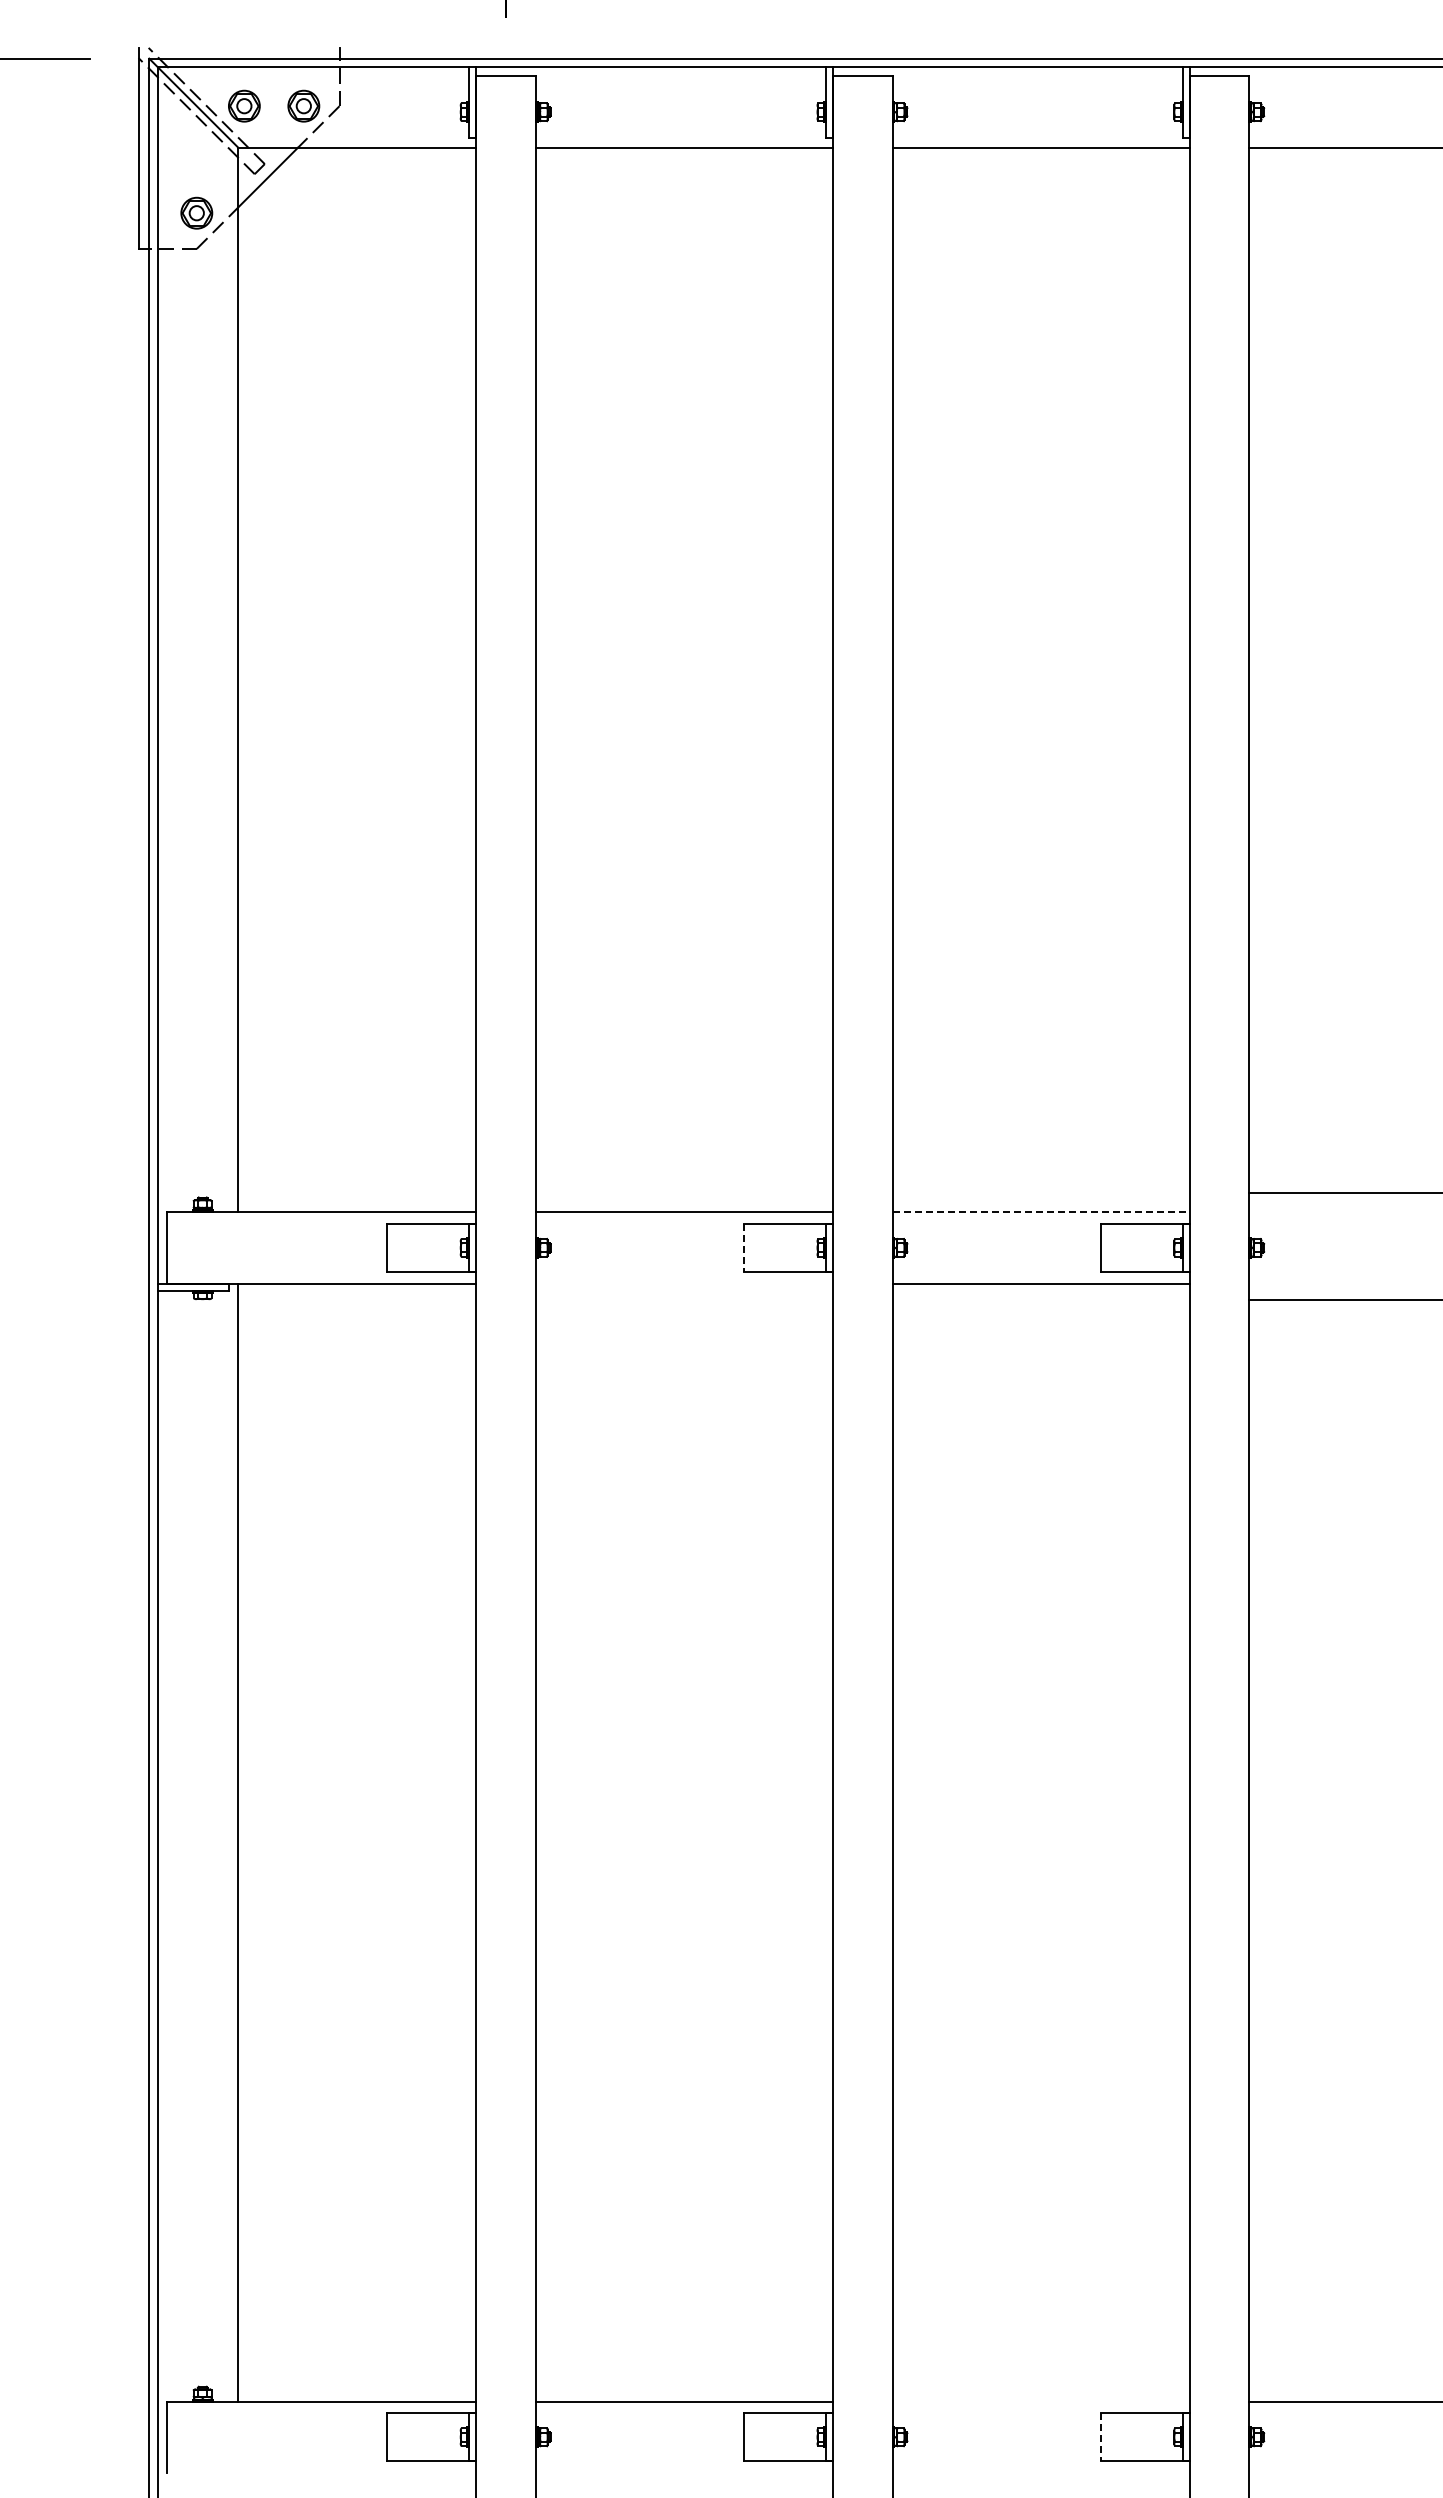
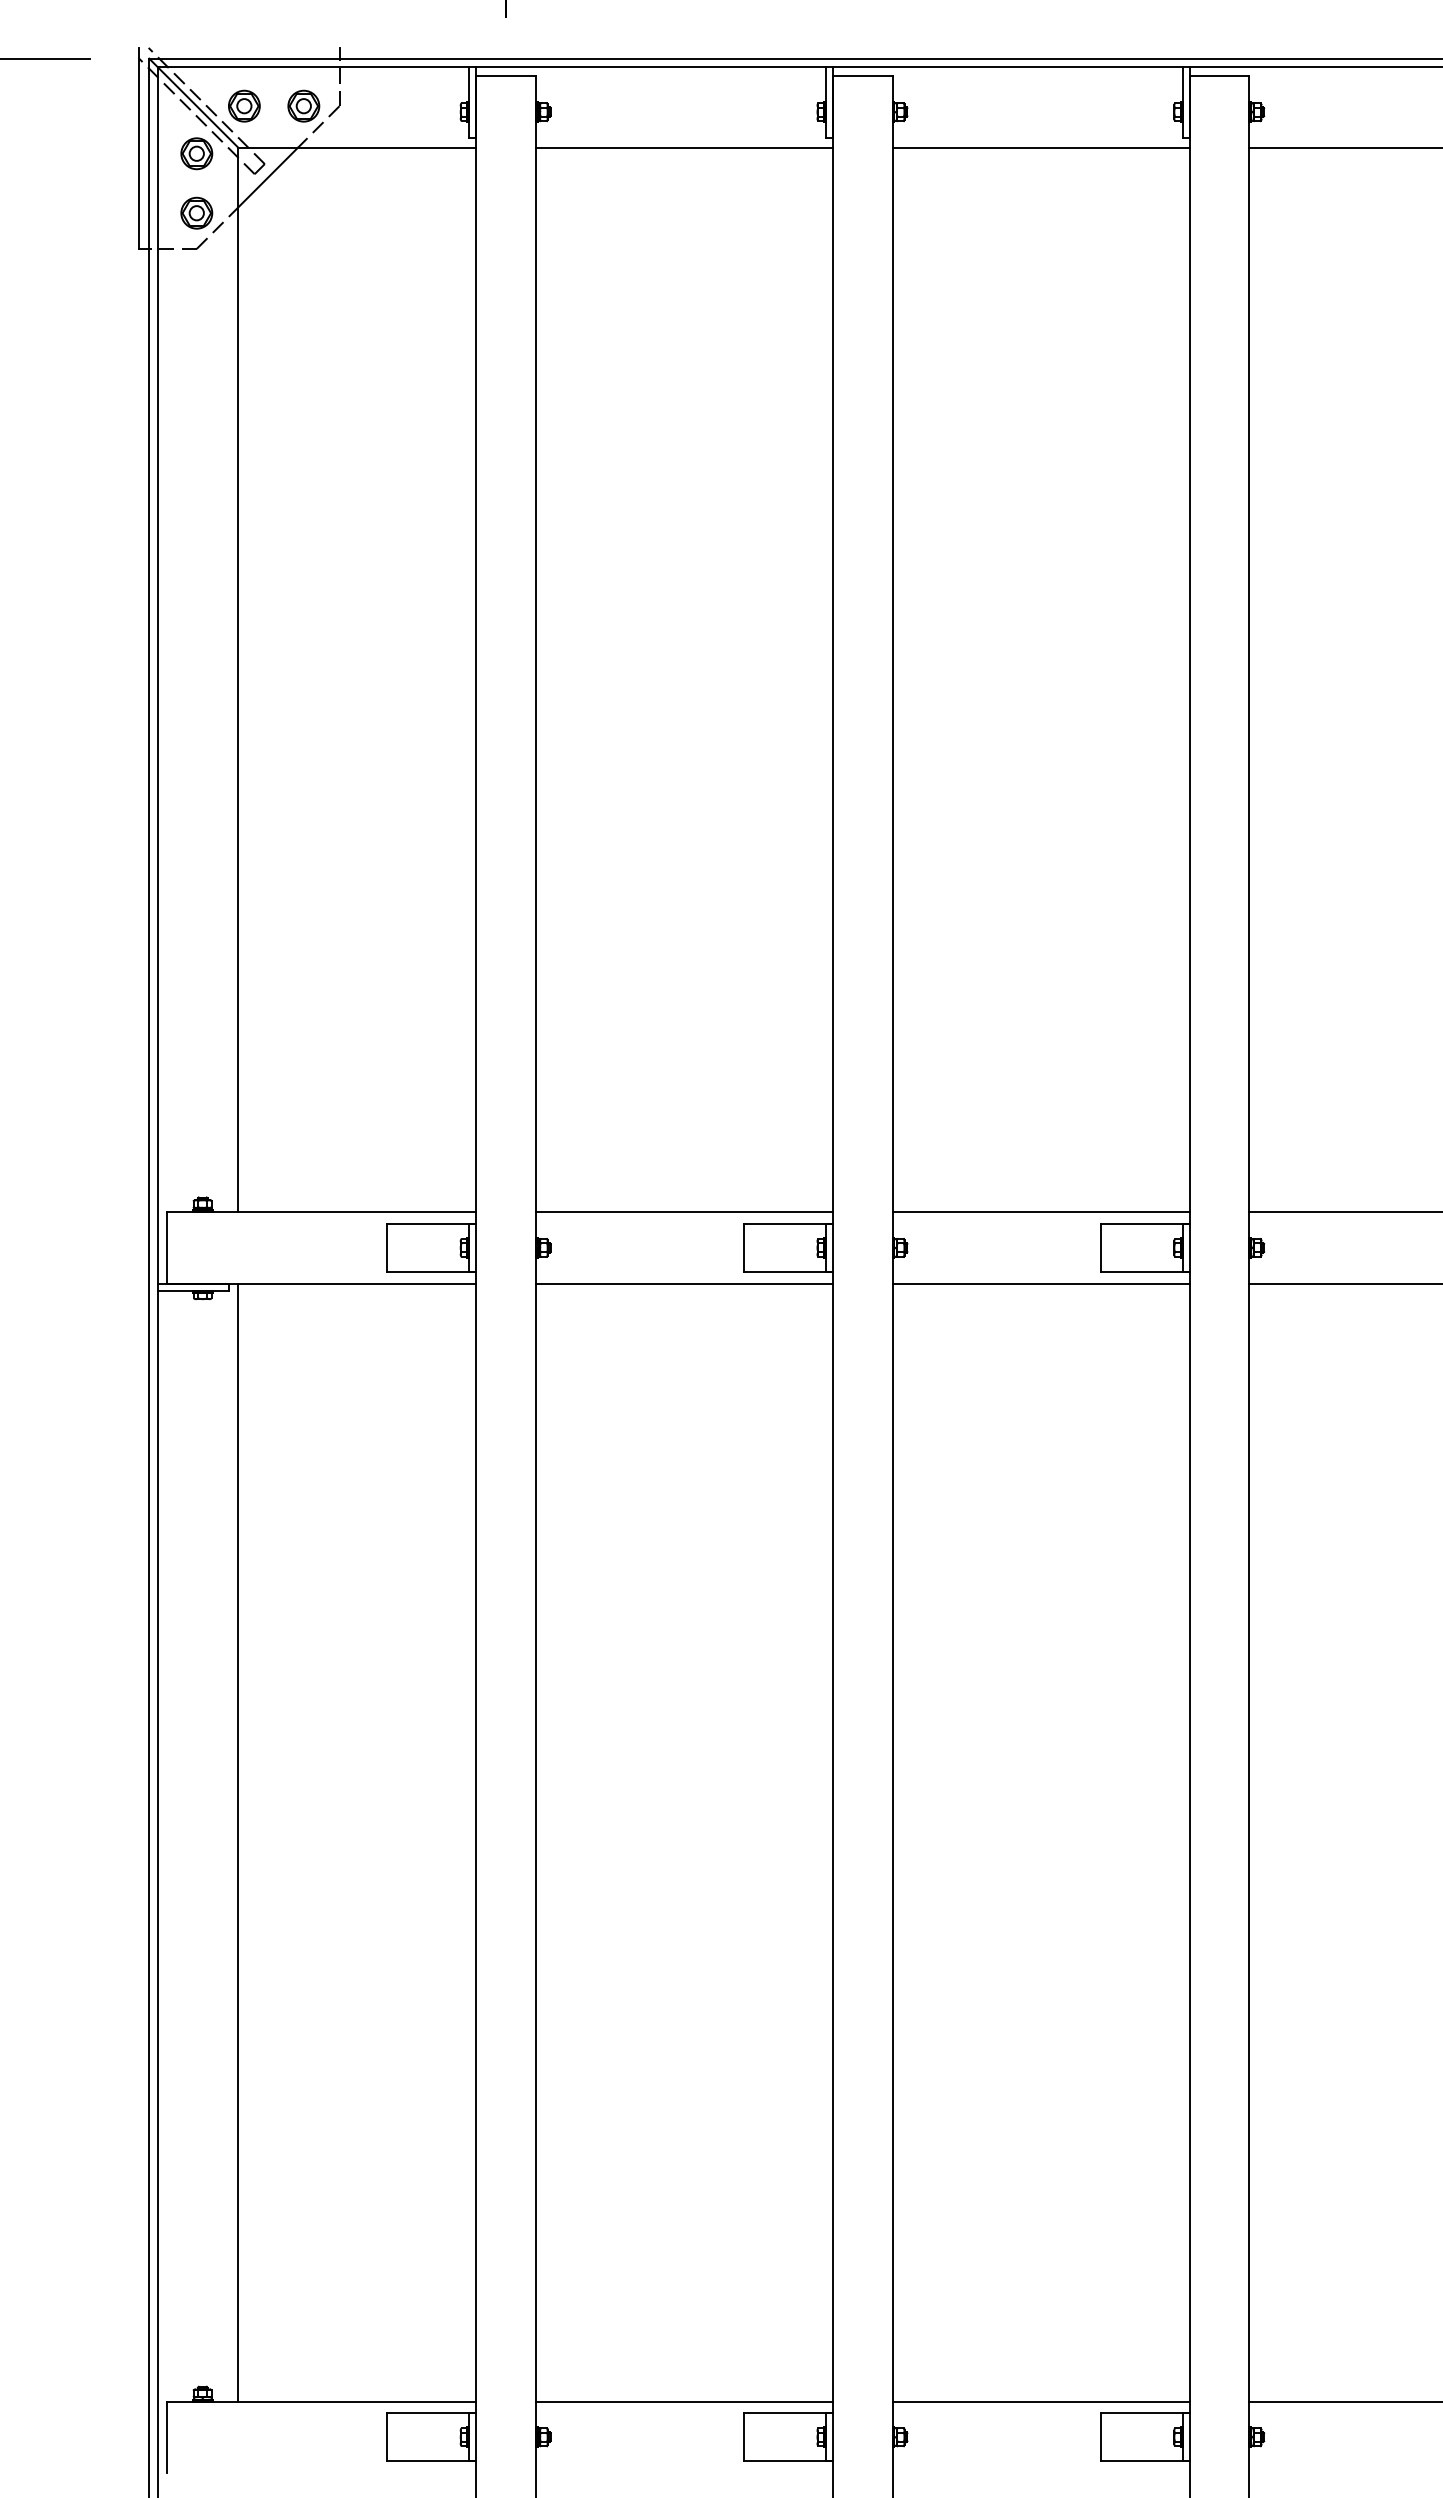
part at (196, 153): none -> present
line at (1344, 1193) position: (1344, 1193) -> (1344, 1212)
line at (1041, 1212): dashed -> solid
line at (743, 1247): dashed -> solid
line at (684, 1283): none -> present
line at (1344, 1299) position: (1344, 1299) -> (1344, 1283)
line at (1040, 2401): none -> present
line at (1100, 2437): dashed -> solid
